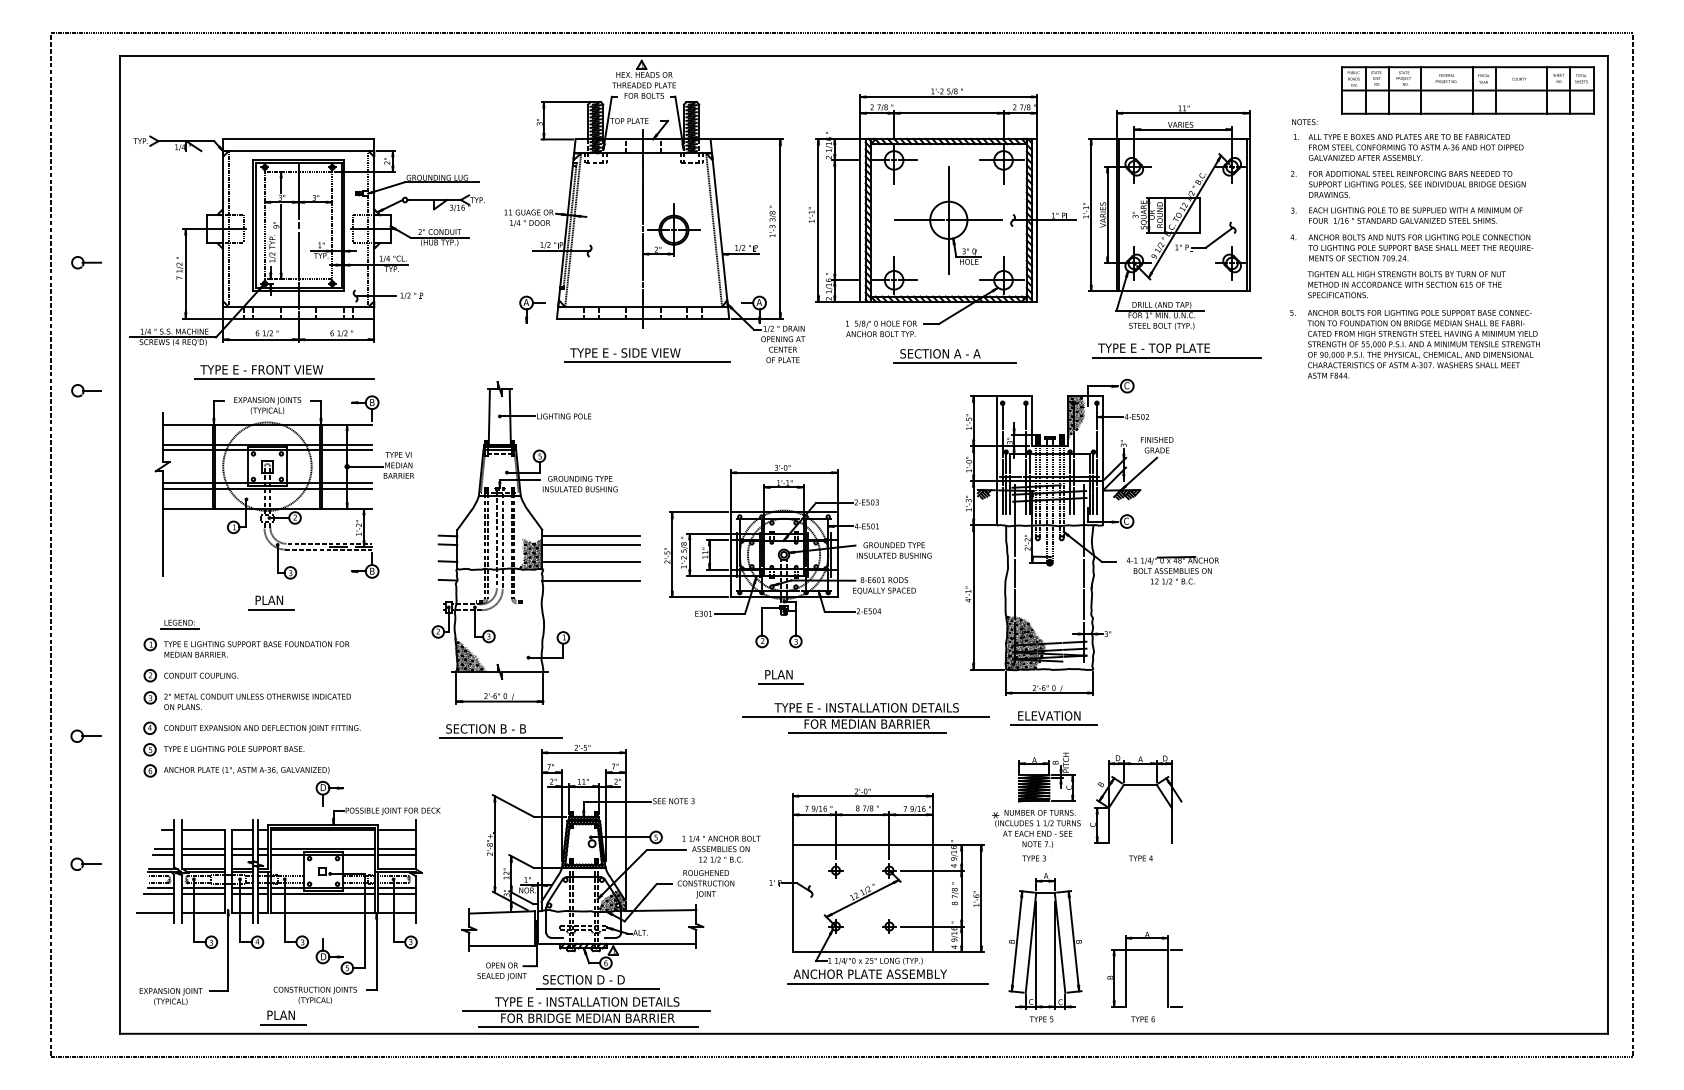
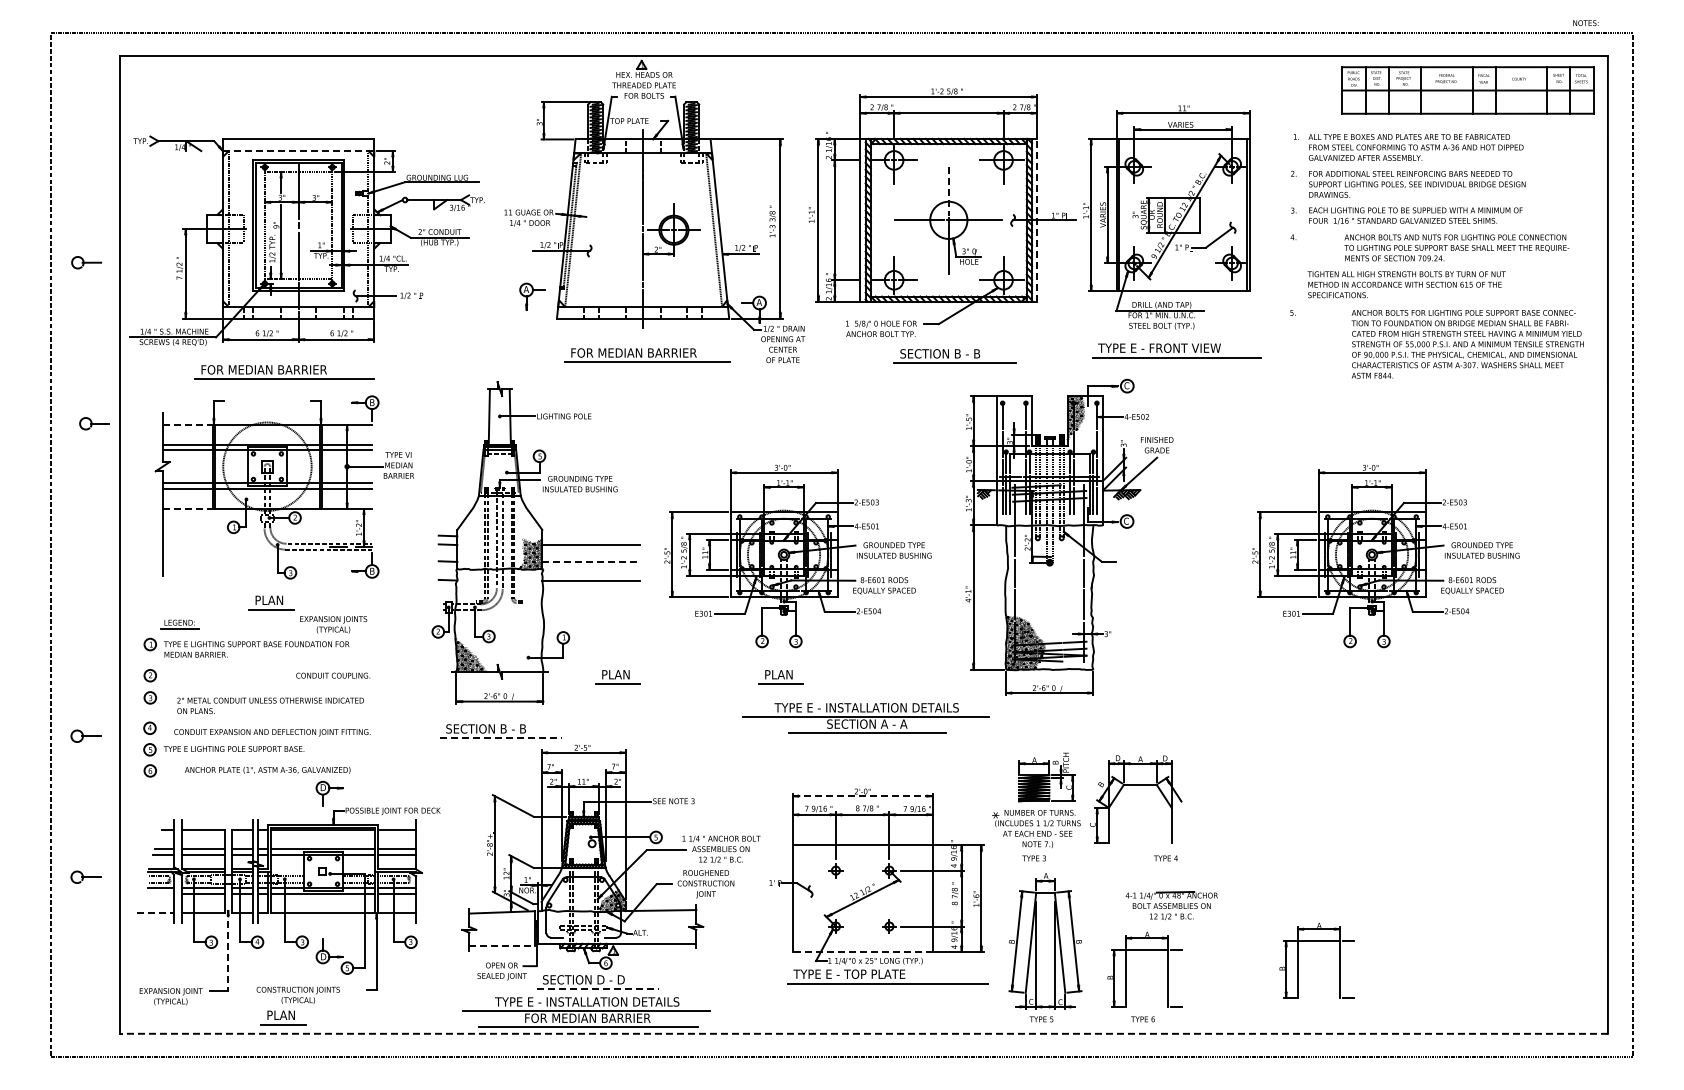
text at (1304, 122) position: (1304, 122) -> (1585, 23)
line at (298, 151): solid -> dashed
line at (948, 191): solid -> dashed
line at (1037, 219): solid -> dashed
text at (1420, 247) position: (1420, 247) -> (1456, 247)
part at (532, 309) position: (532, 309) -> (532, 296)
text at (1423, 344) position: (1423, 344) -> (1467, 344)
text at (1184, 347): TYPE E - TOP PLATE -> TYPE E - FRONT VIEW
text at (633, 352): TYPE E - SIDE VIEW -> FOR MEDIAN BARRIER
text at (967, 353): SECTION A - A -> SECTION B - B
text at (263, 369): TYPE E - FRONT VIEW -> FOR MEDIAN BARRIER
part at (86, 390) position: (86, 390) -> (94, 423)
text at (267, 405) position: (267, 405) -> (333, 624)
line at (188, 424): solid -> dashed
line at (188, 508): solid -> dashed
line at (591, 536): present -> none
part at (1385, 556): none -> present
line at (591, 561): solid -> dashed
part at (1172, 570) position: (1172, 570) -> (1171, 905)
text at (201, 675) position: (201, 675) -> (333, 675)
part at (617, 677): none -> present
text at (257, 701) position: (257, 701) -> (270, 705)
part at (1053, 718): present -> none
text at (866, 723): FOR MEDIAN BARRIER -> SECTION A - A
text at (262, 728) position: (262, 728) -> (272, 732)
line at (501, 738): solid -> dashed
text at (246, 770) position: (246, 770) -> (267, 770)
line at (862, 796): solid -> dashed
text at (1140, 858) position: (1140, 858) -> (1165, 858)
part at (85, 863) position: (85, 863) -> (85, 876)
line at (158, 893): present -> none
line at (155, 913): solid -> dashed
line at (502, 946): solid -> dashed
line at (228, 950): solid -> dashed
line at (862, 952): solid -> dashed
part at (1298, 960): none -> present
text at (869, 973): ANCHOR PLATE ASSEMBLY -> TYPE E - TOP PLATE
line at (598, 989): solid -> dashed
text at (314, 994) position: (314, 994) -> (297, 994)
text at (587, 1017): FOR BRIDGE MEDIAN BARRIER -> FOR MEDIAN BARRIER
line at (864, 1033): solid -> dashed
